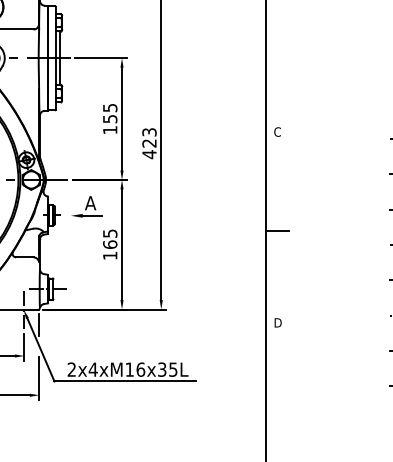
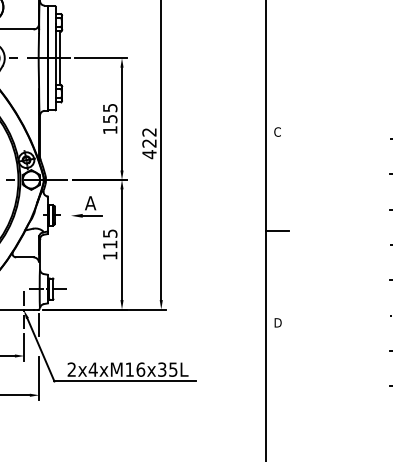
text at (149, 132): 423 -> 422
text at (110, 244): 165 -> 115
